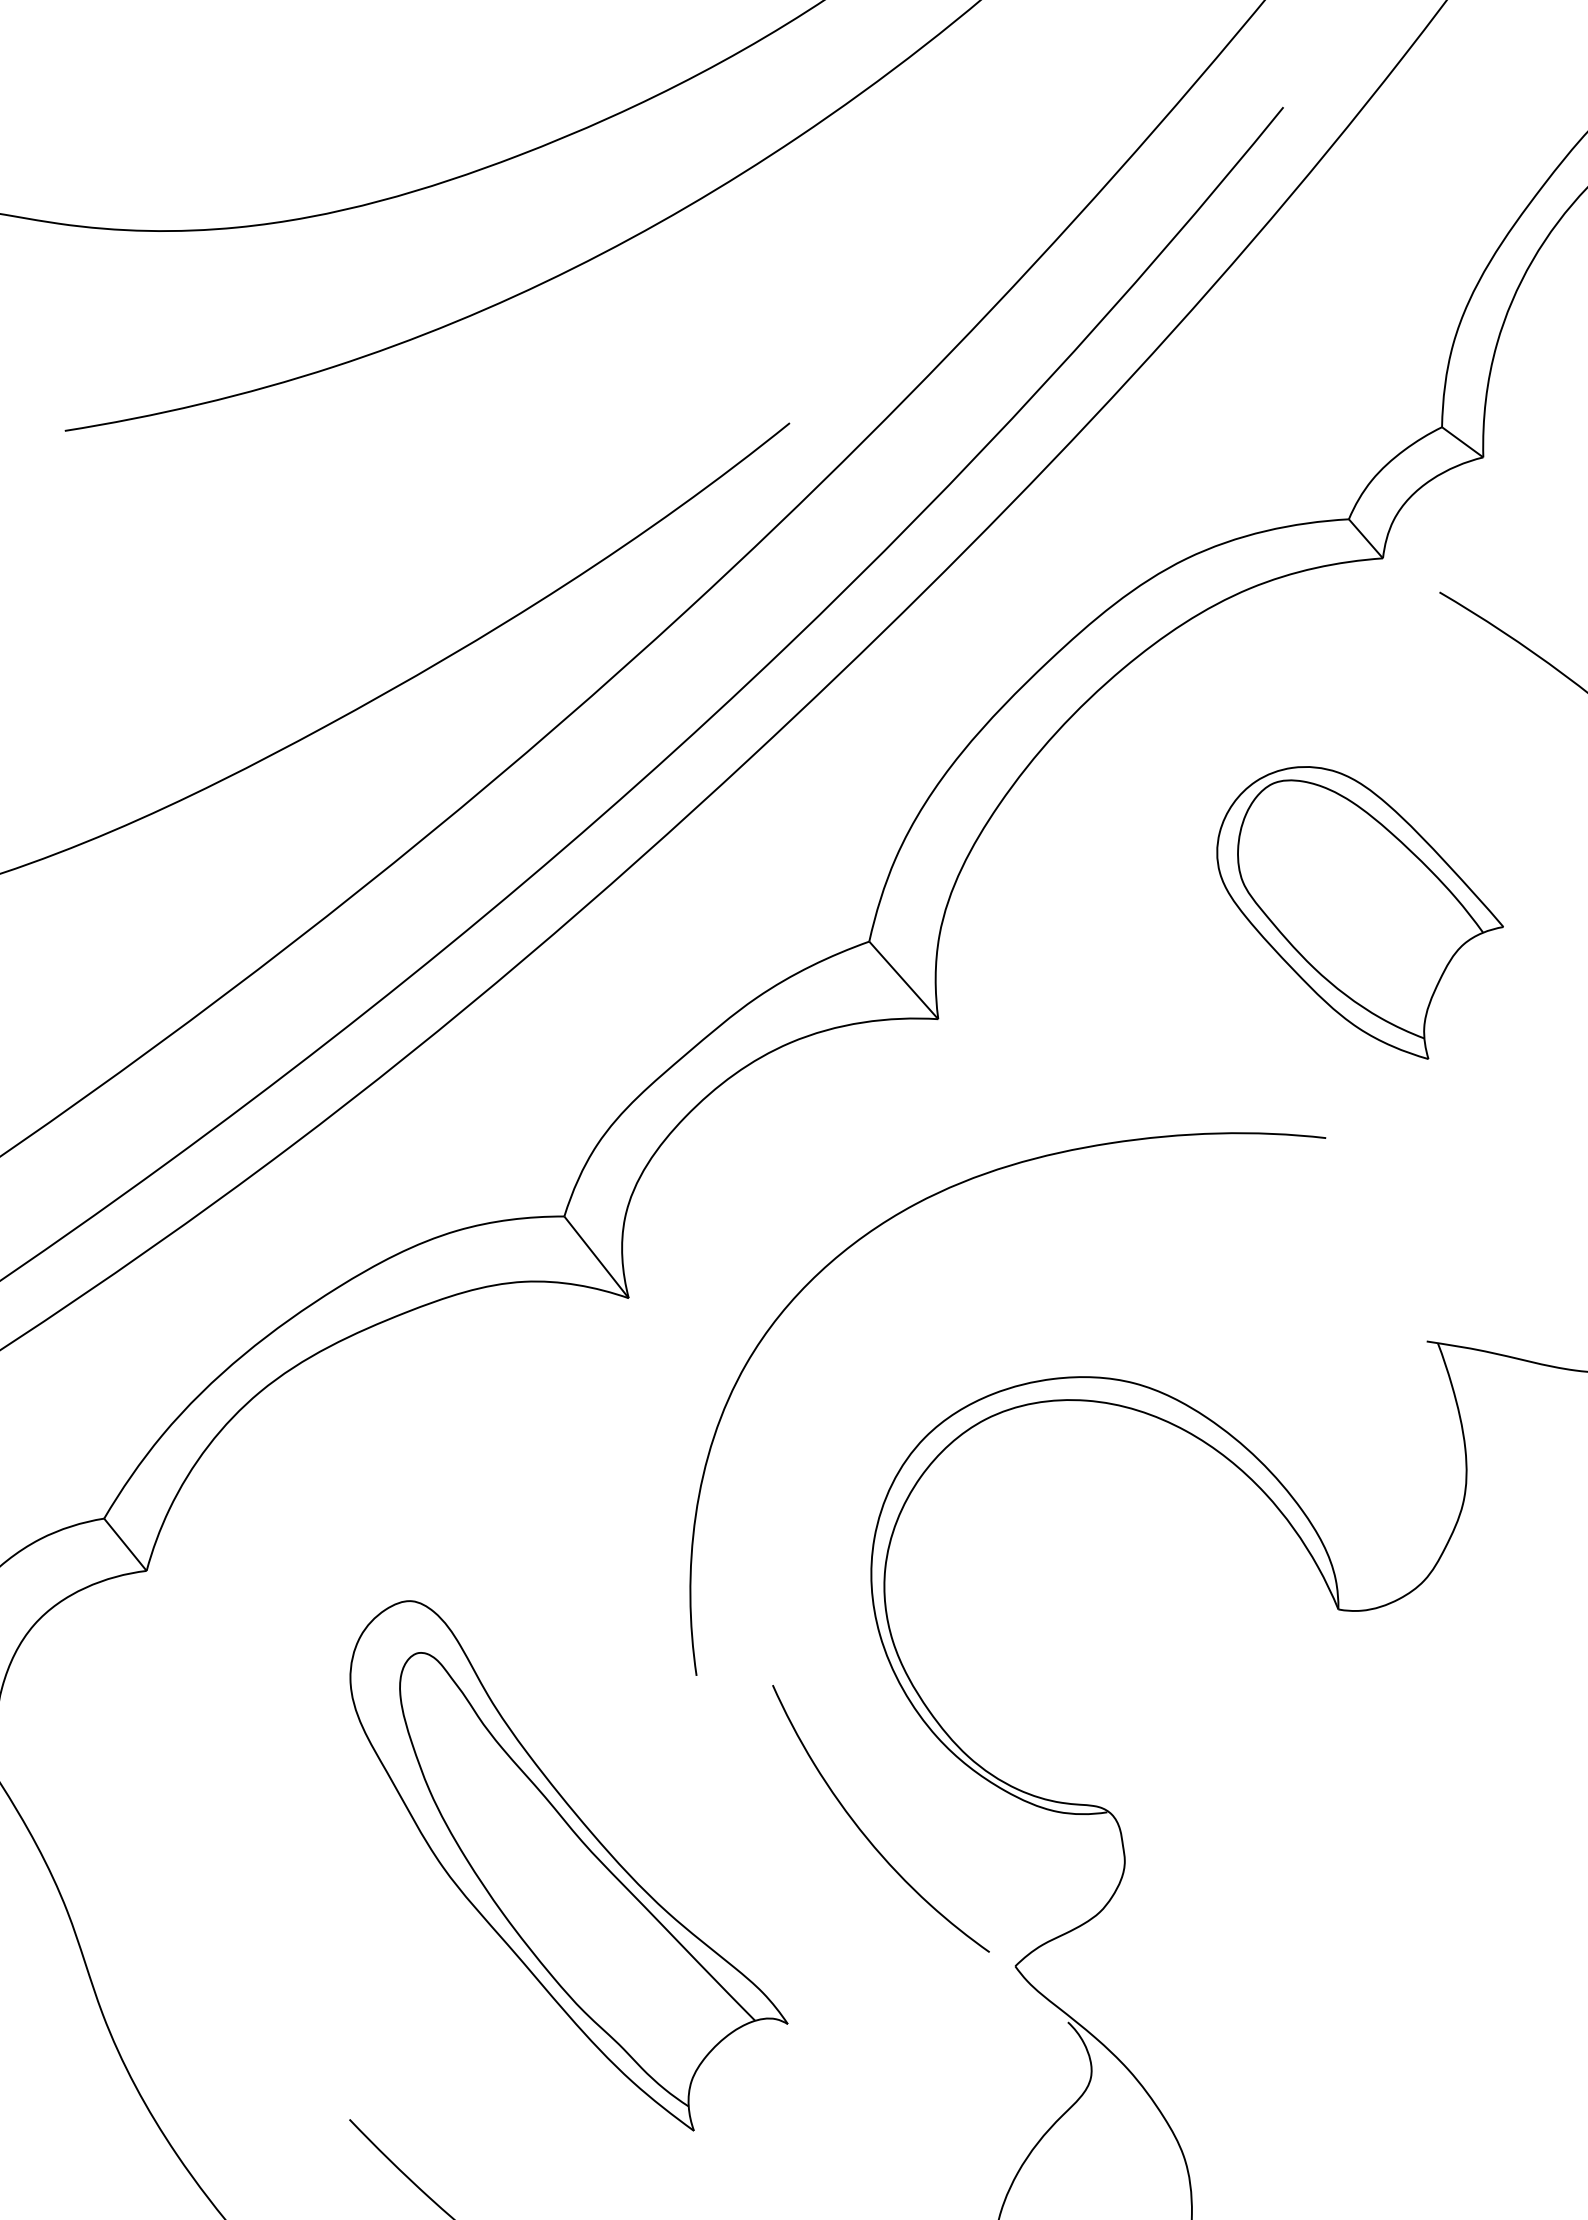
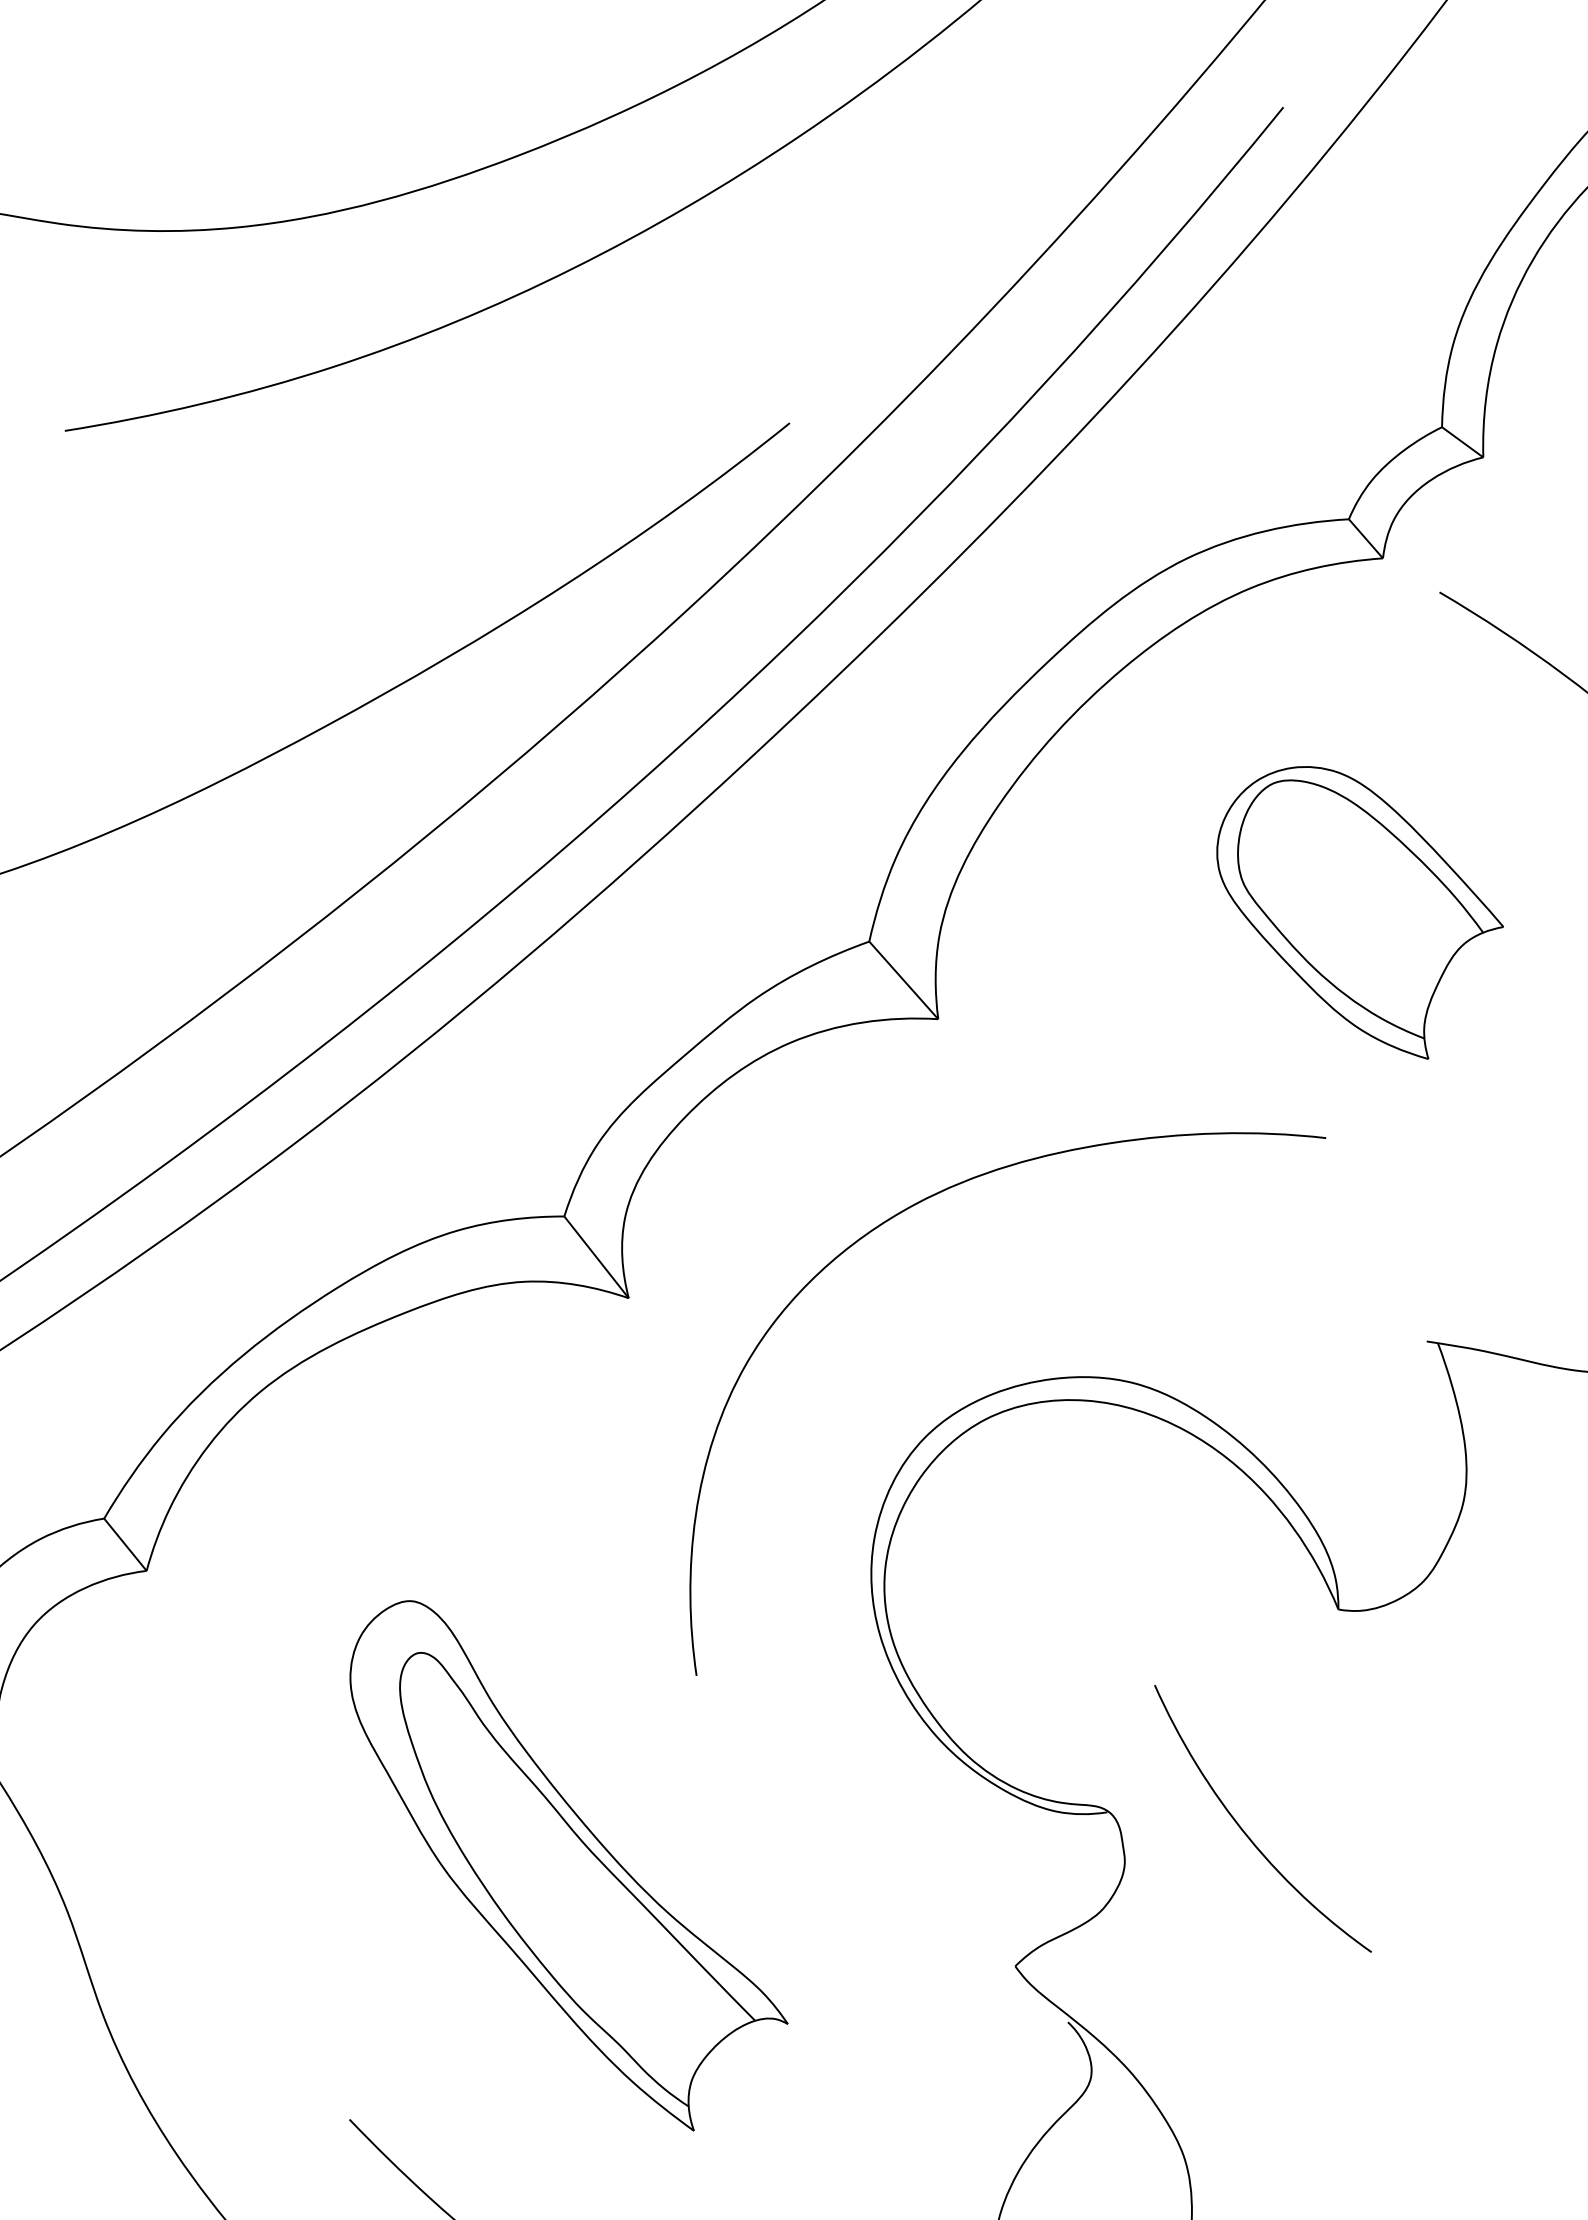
curve at (864, 1833) position: (864, 1833) -> (1246, 1833)
